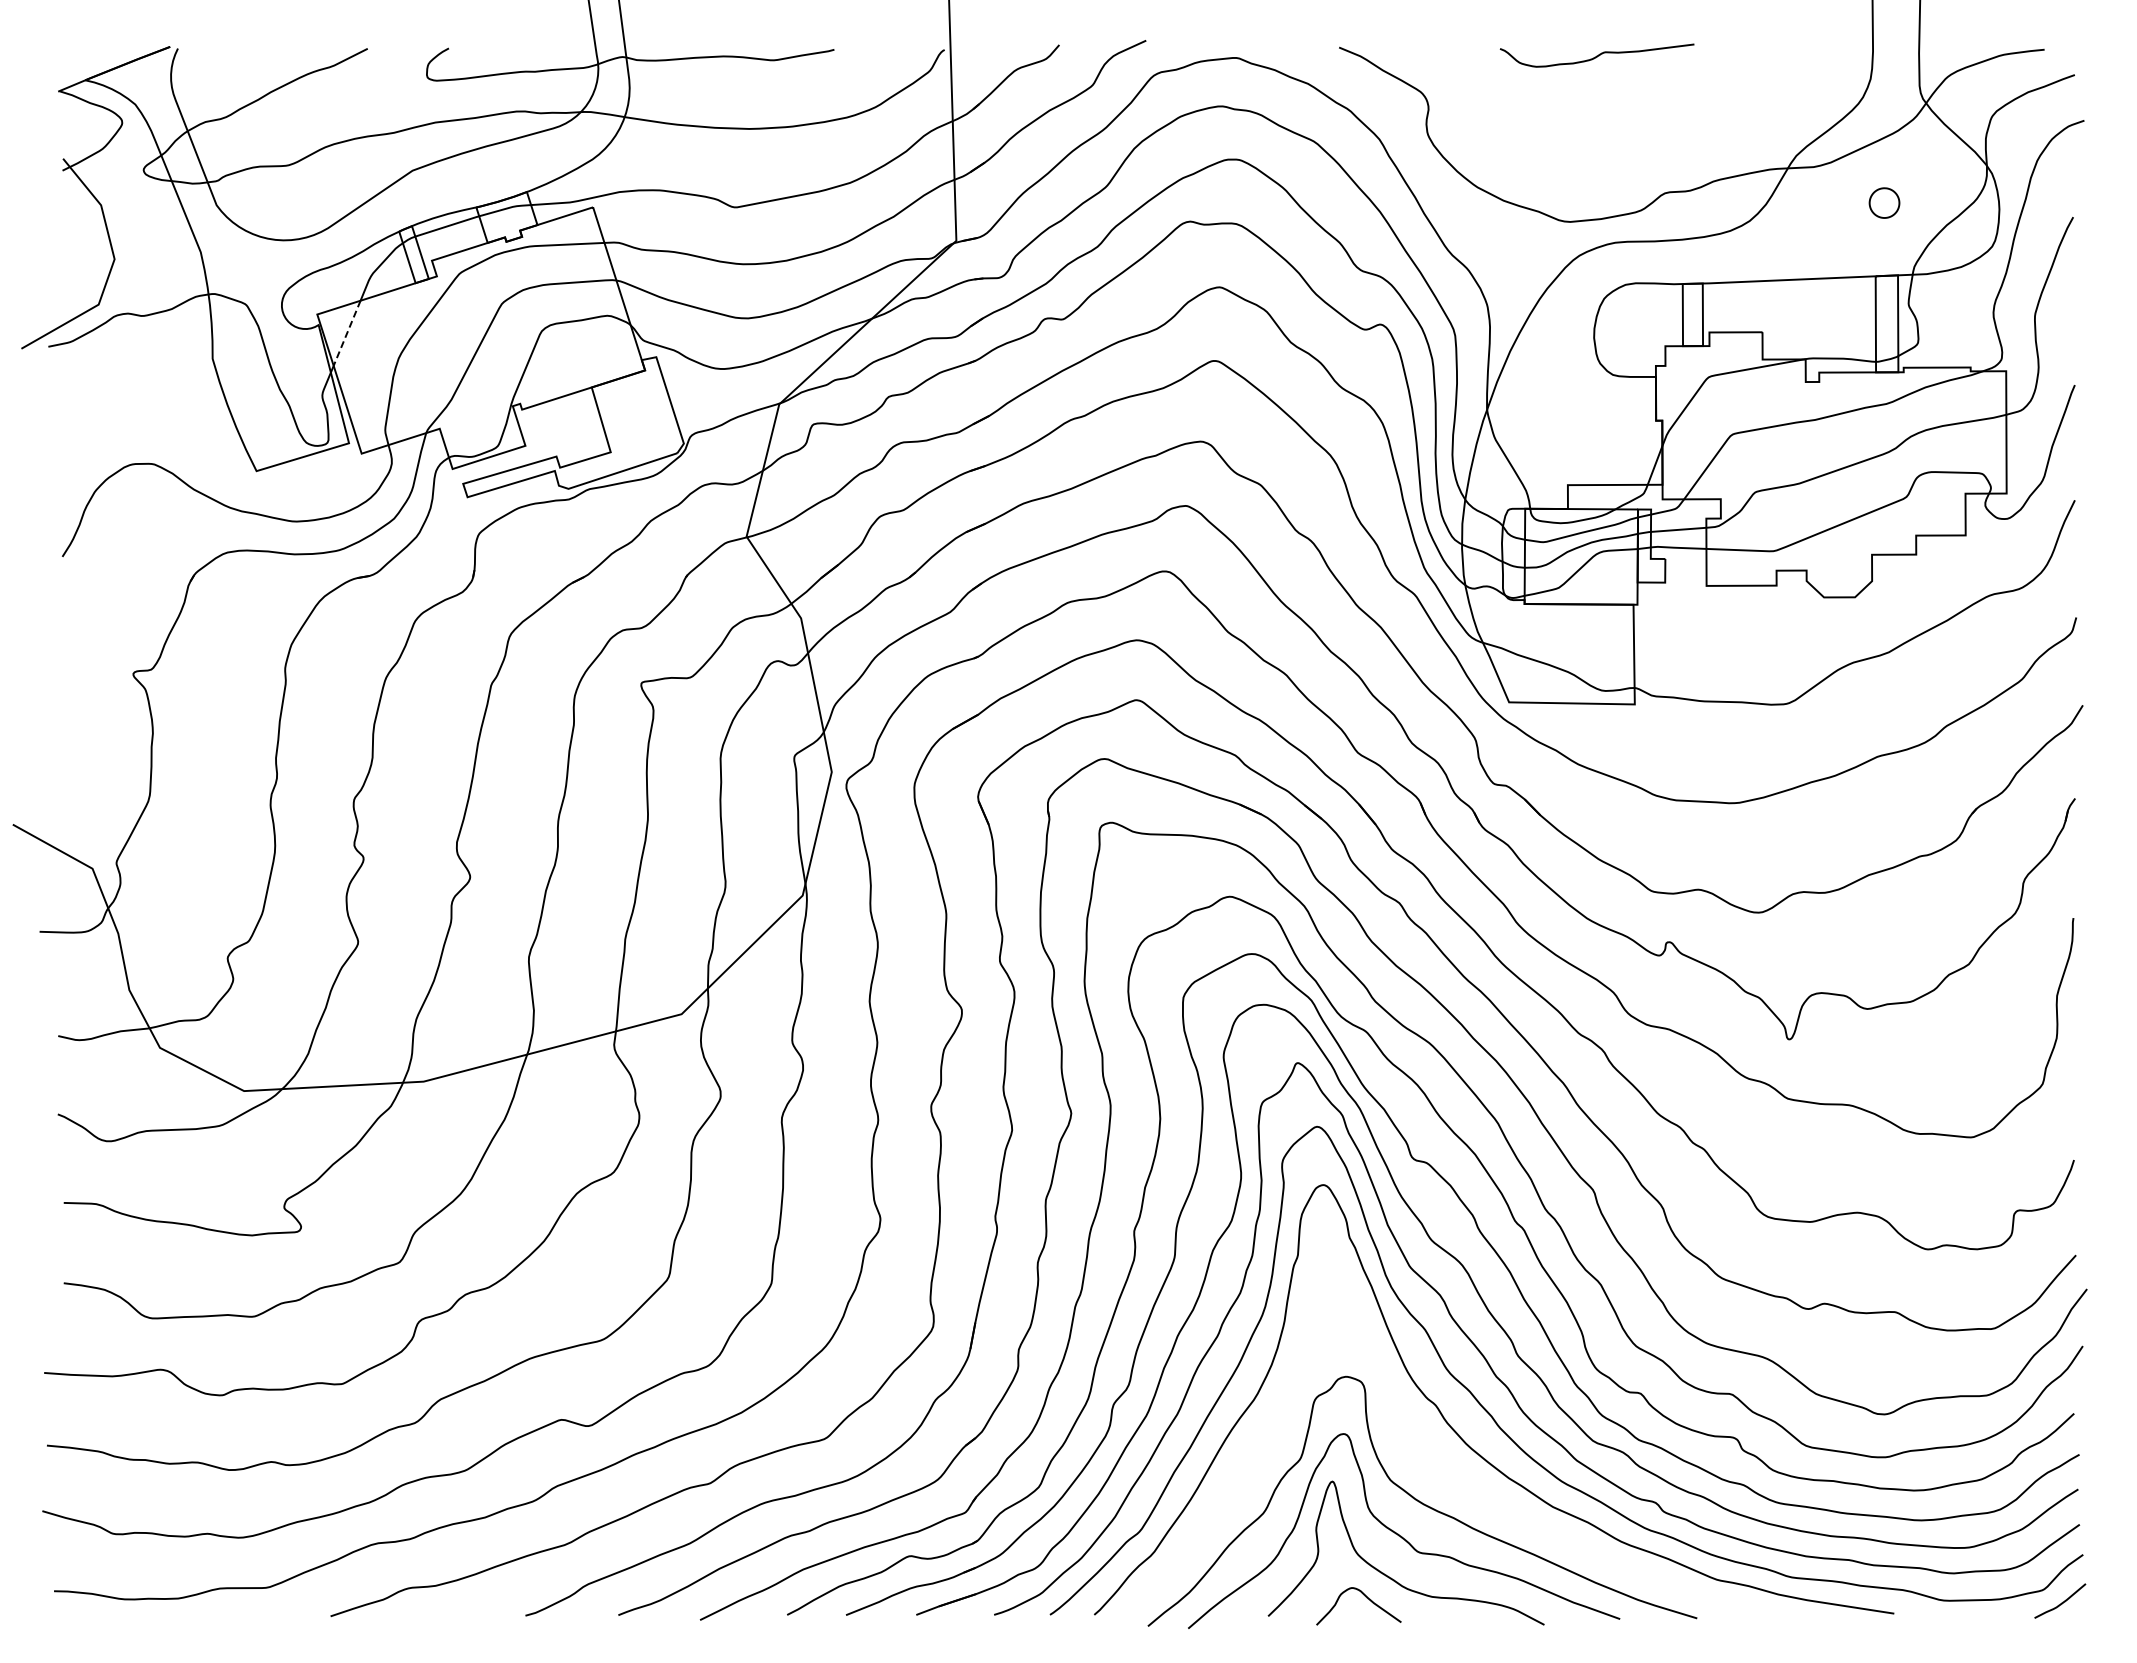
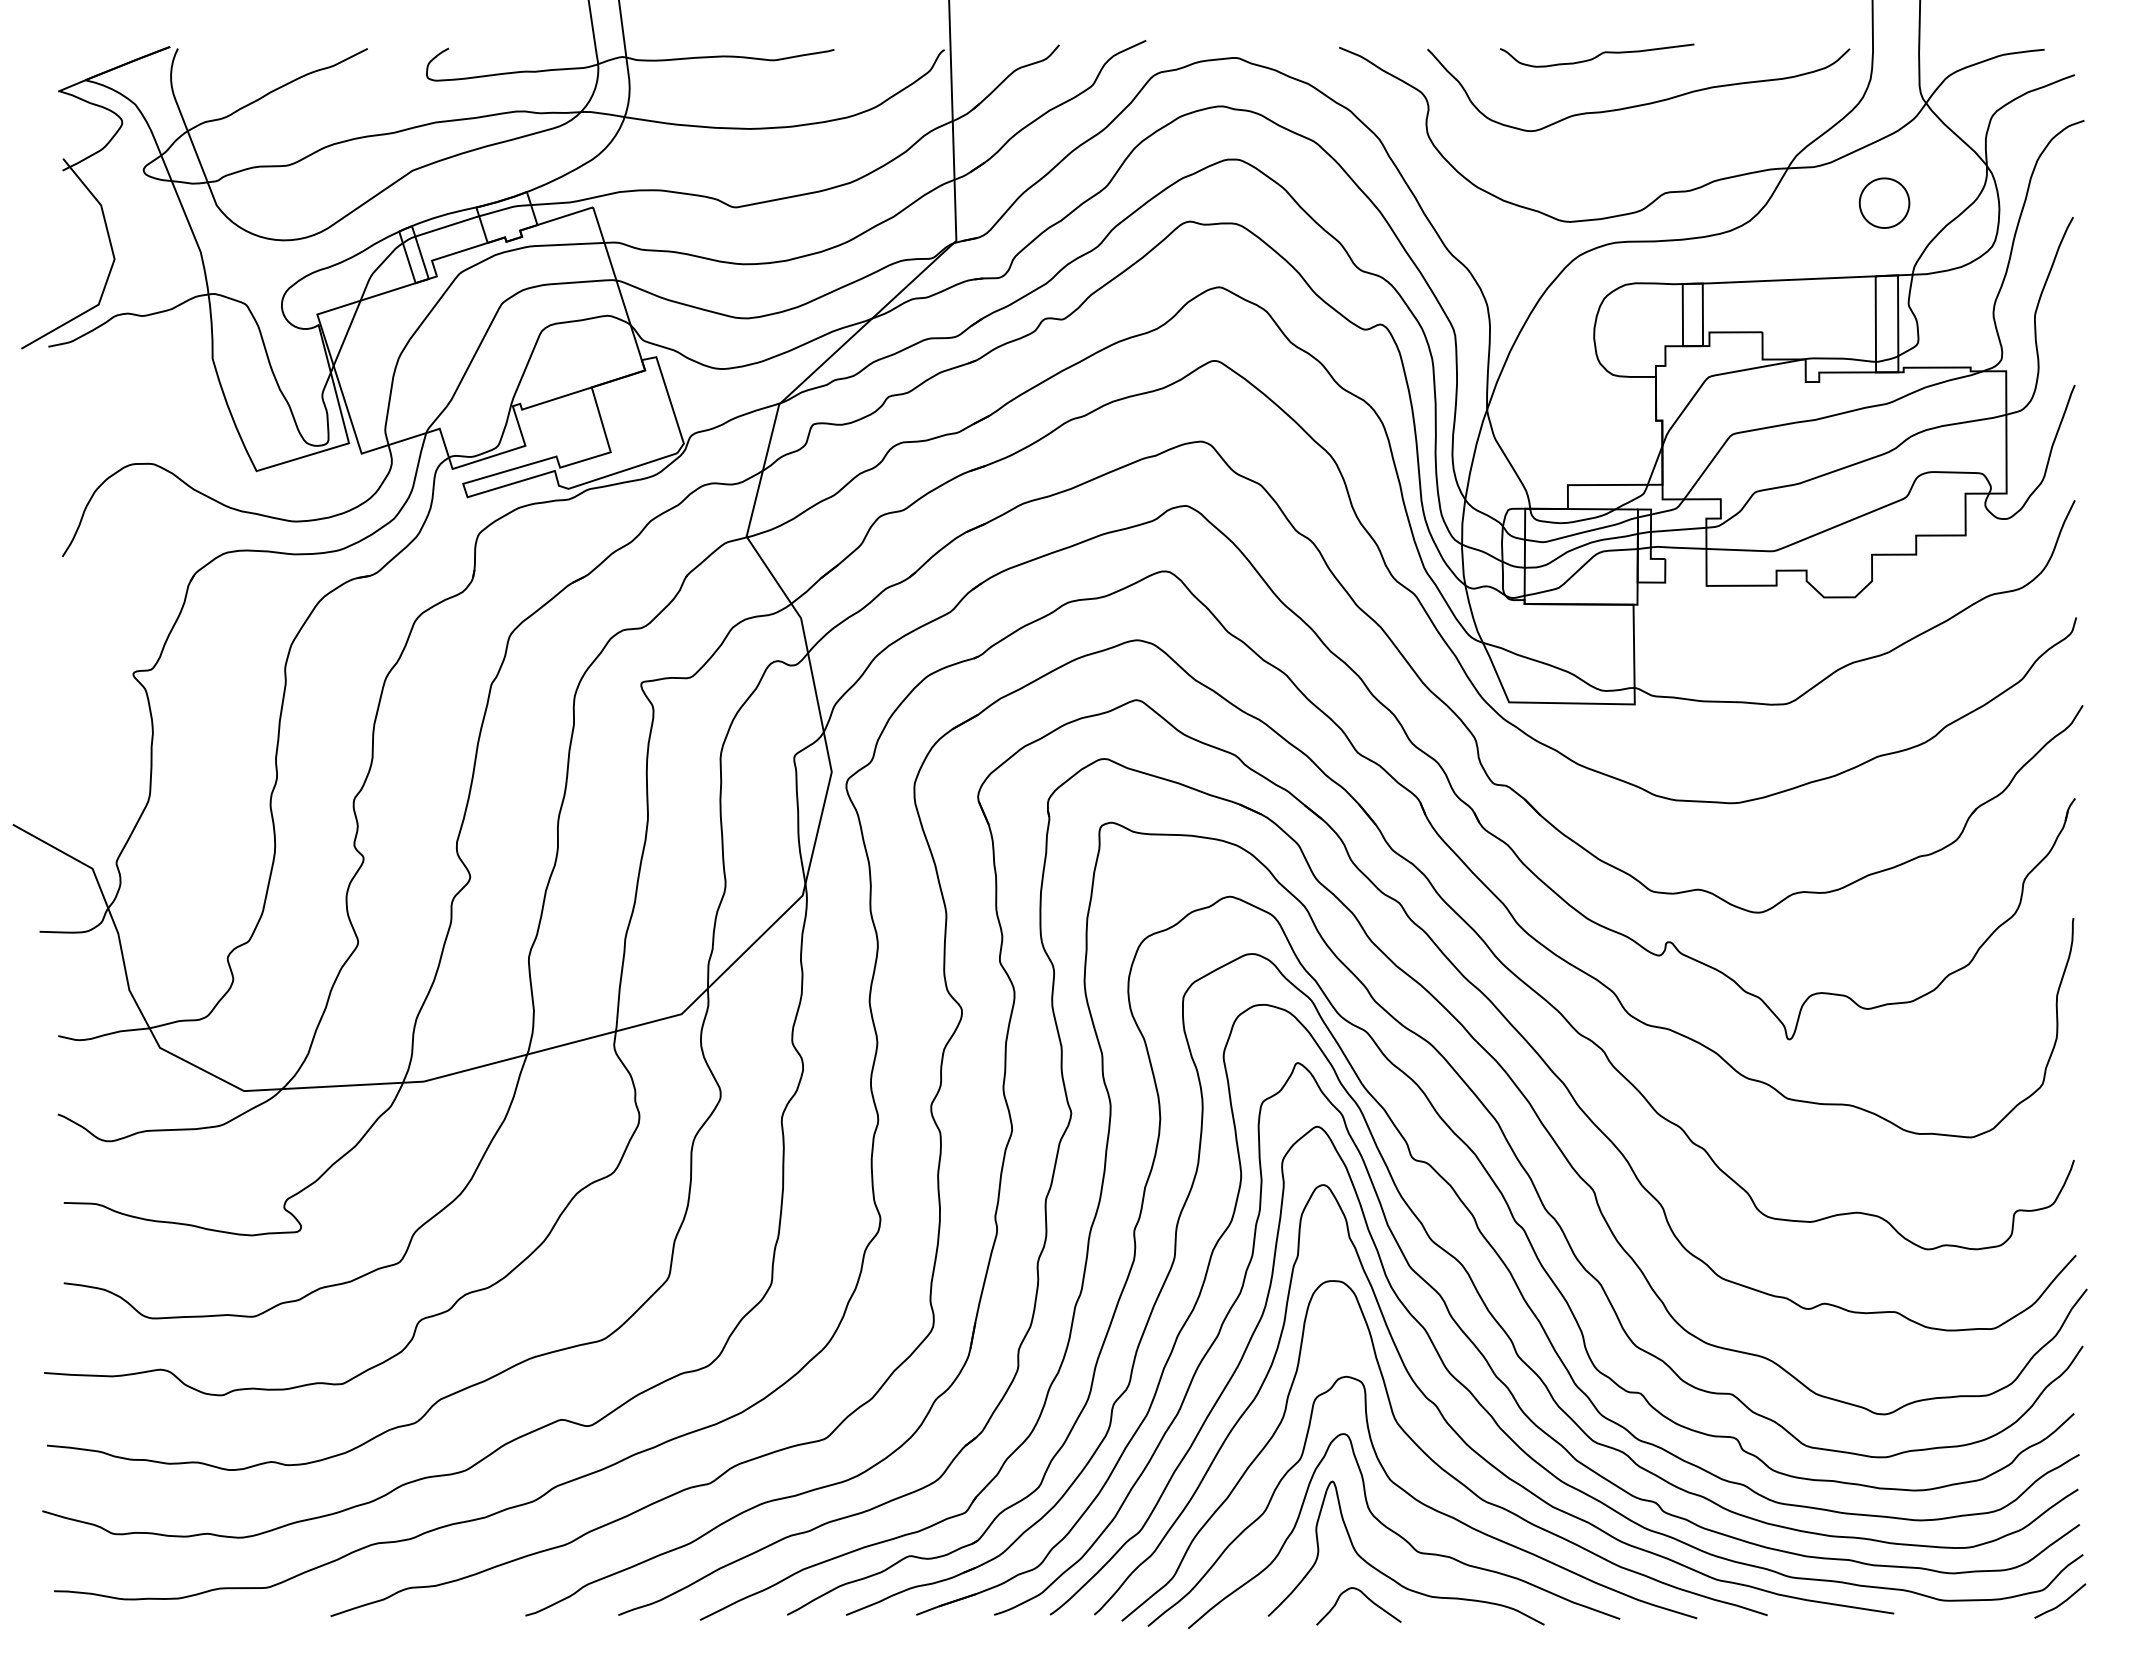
curve at (1638, 104): none -> present
part at (1884, 202) size: 33x32 px -> 53x52 px
line at (346, 333): dashed -> solid
curve at (1435, 1461): none -> present
